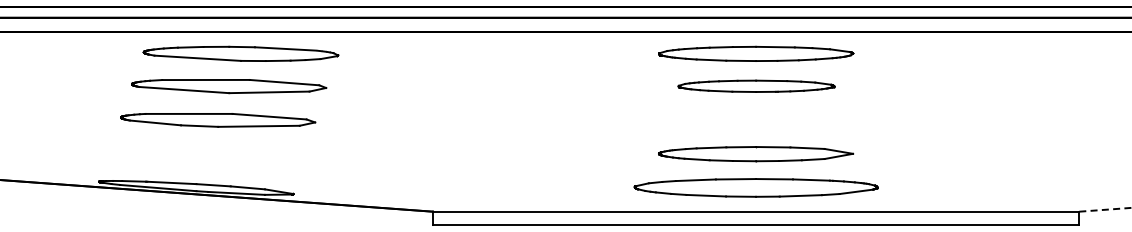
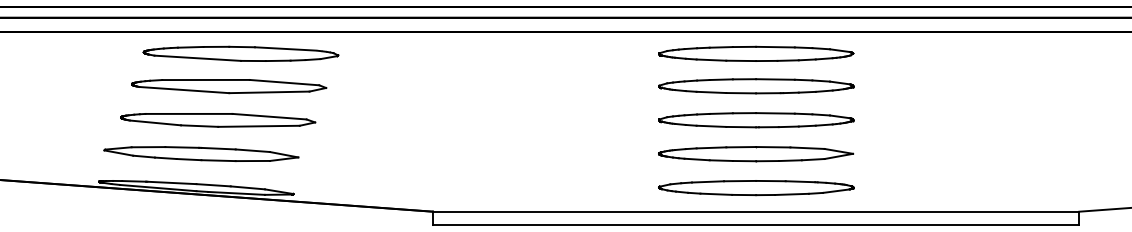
part at (756, 85) size: 159x14 px -> 197x17 px
part at (756, 120): none -> present
part at (201, 153): none -> present
part at (755, 187) size: 246x20 px -> 197x17 px
line at (1105, 209): dashed -> solid
